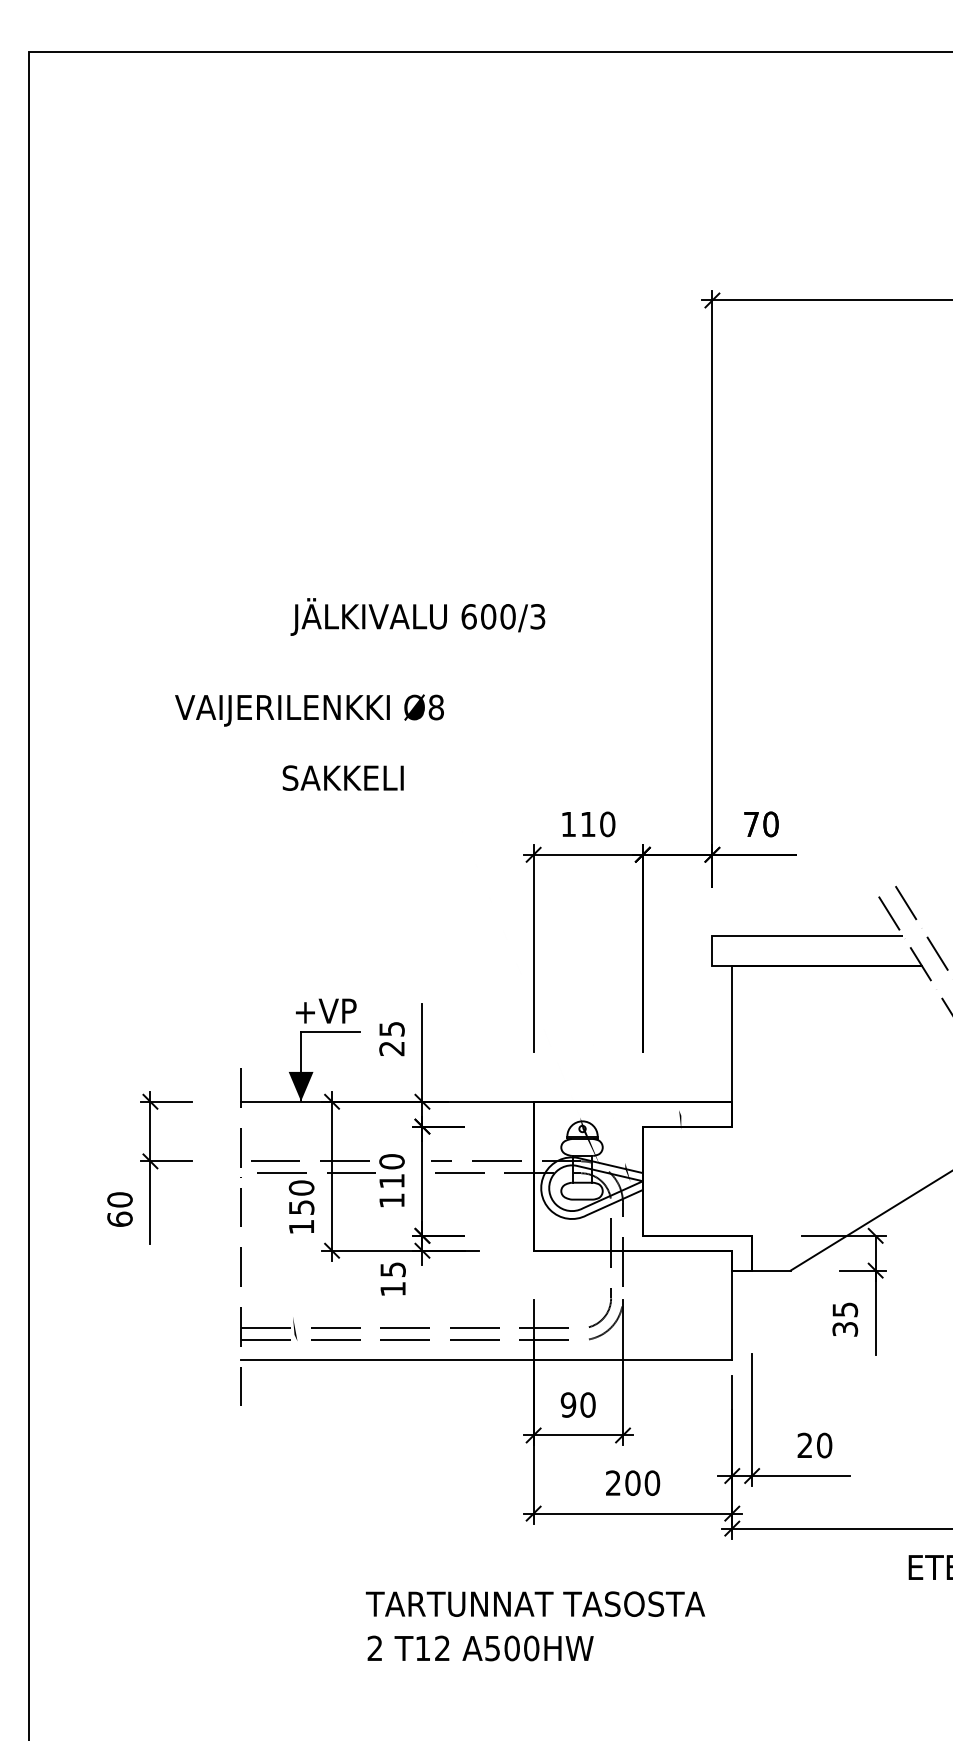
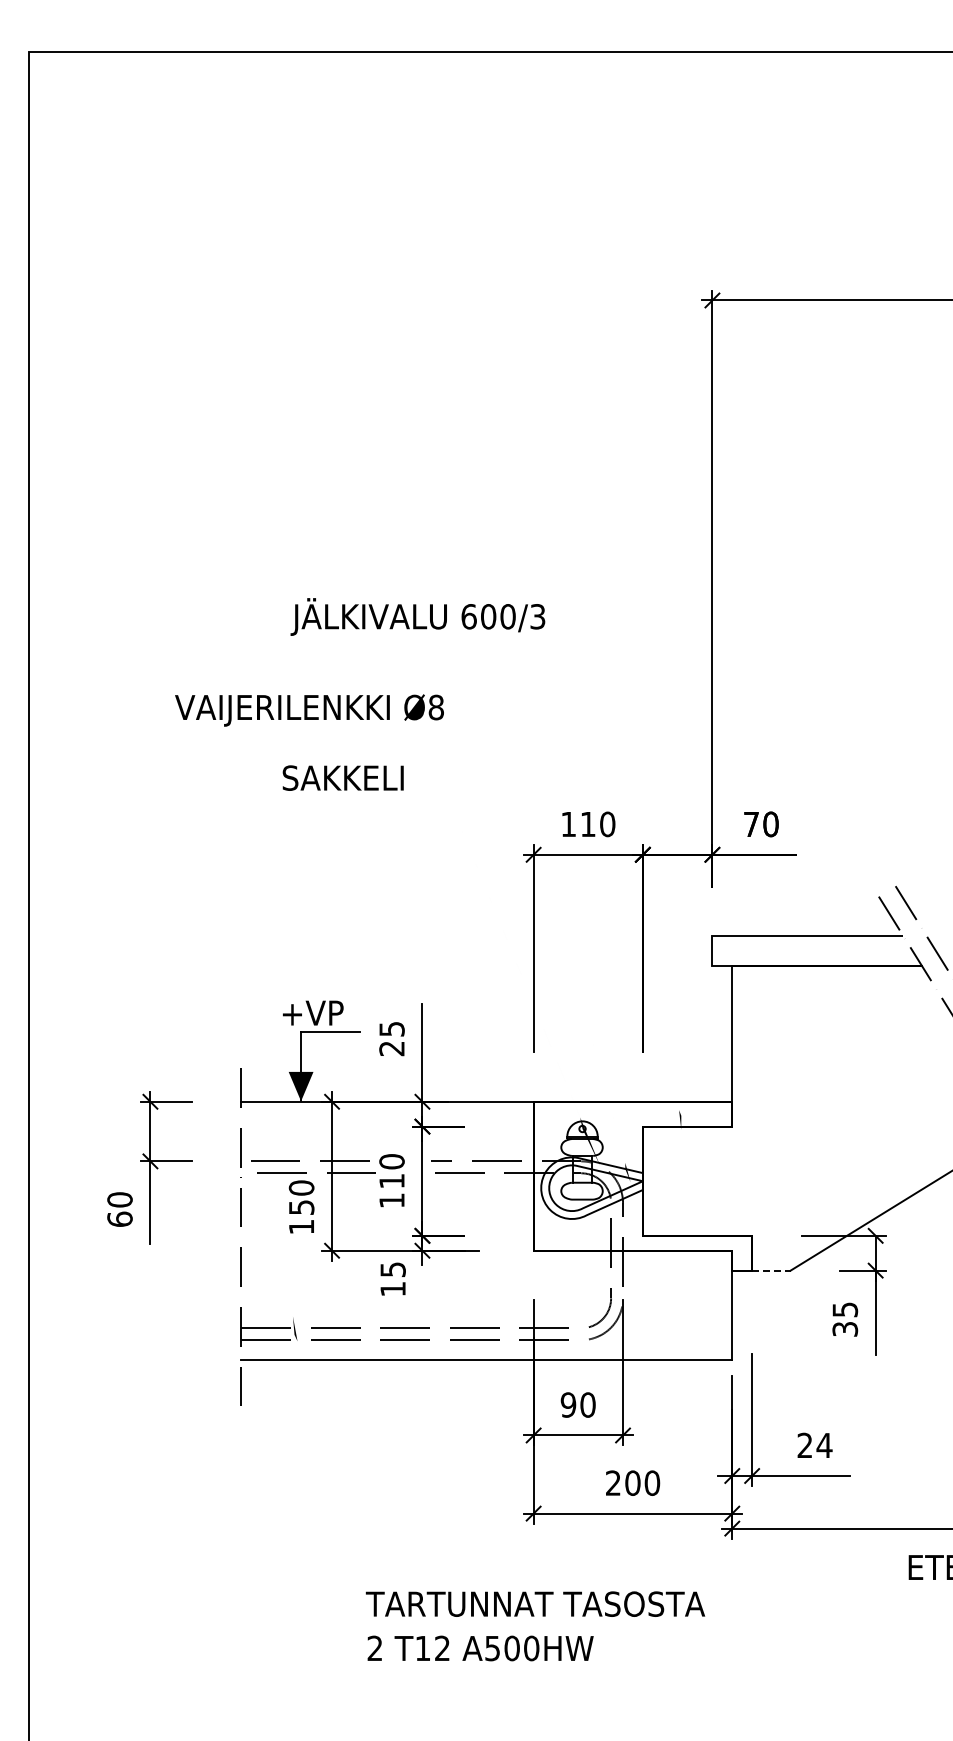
text at (326, 1010) position: (326, 1010) -> (313, 1012)
line at (771, 1270): solid -> dashed
text at (824, 1445): 20 -> 24
